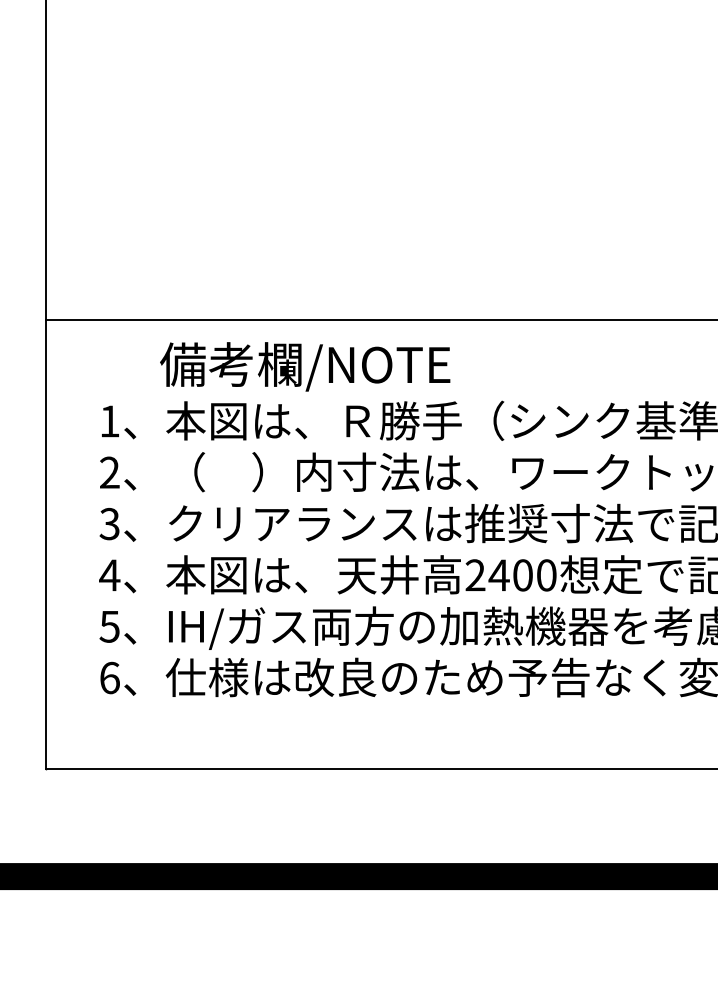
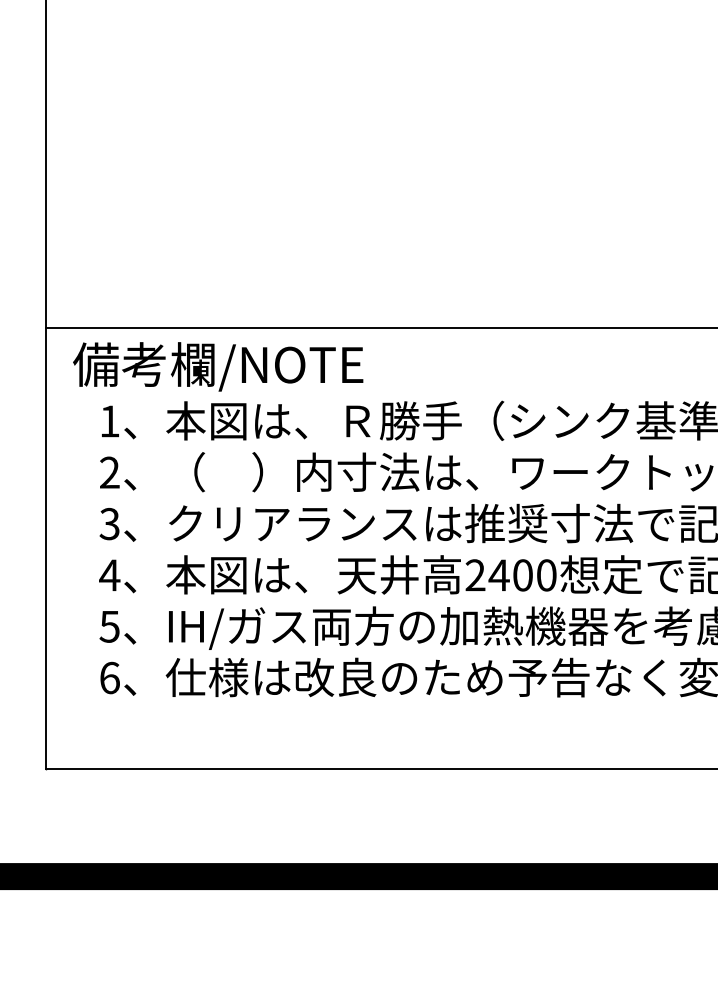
line at (380, 320) position: (380, 320) -> (380, 328)
text at (305, 366) position: (305, 366) -> (218, 366)
